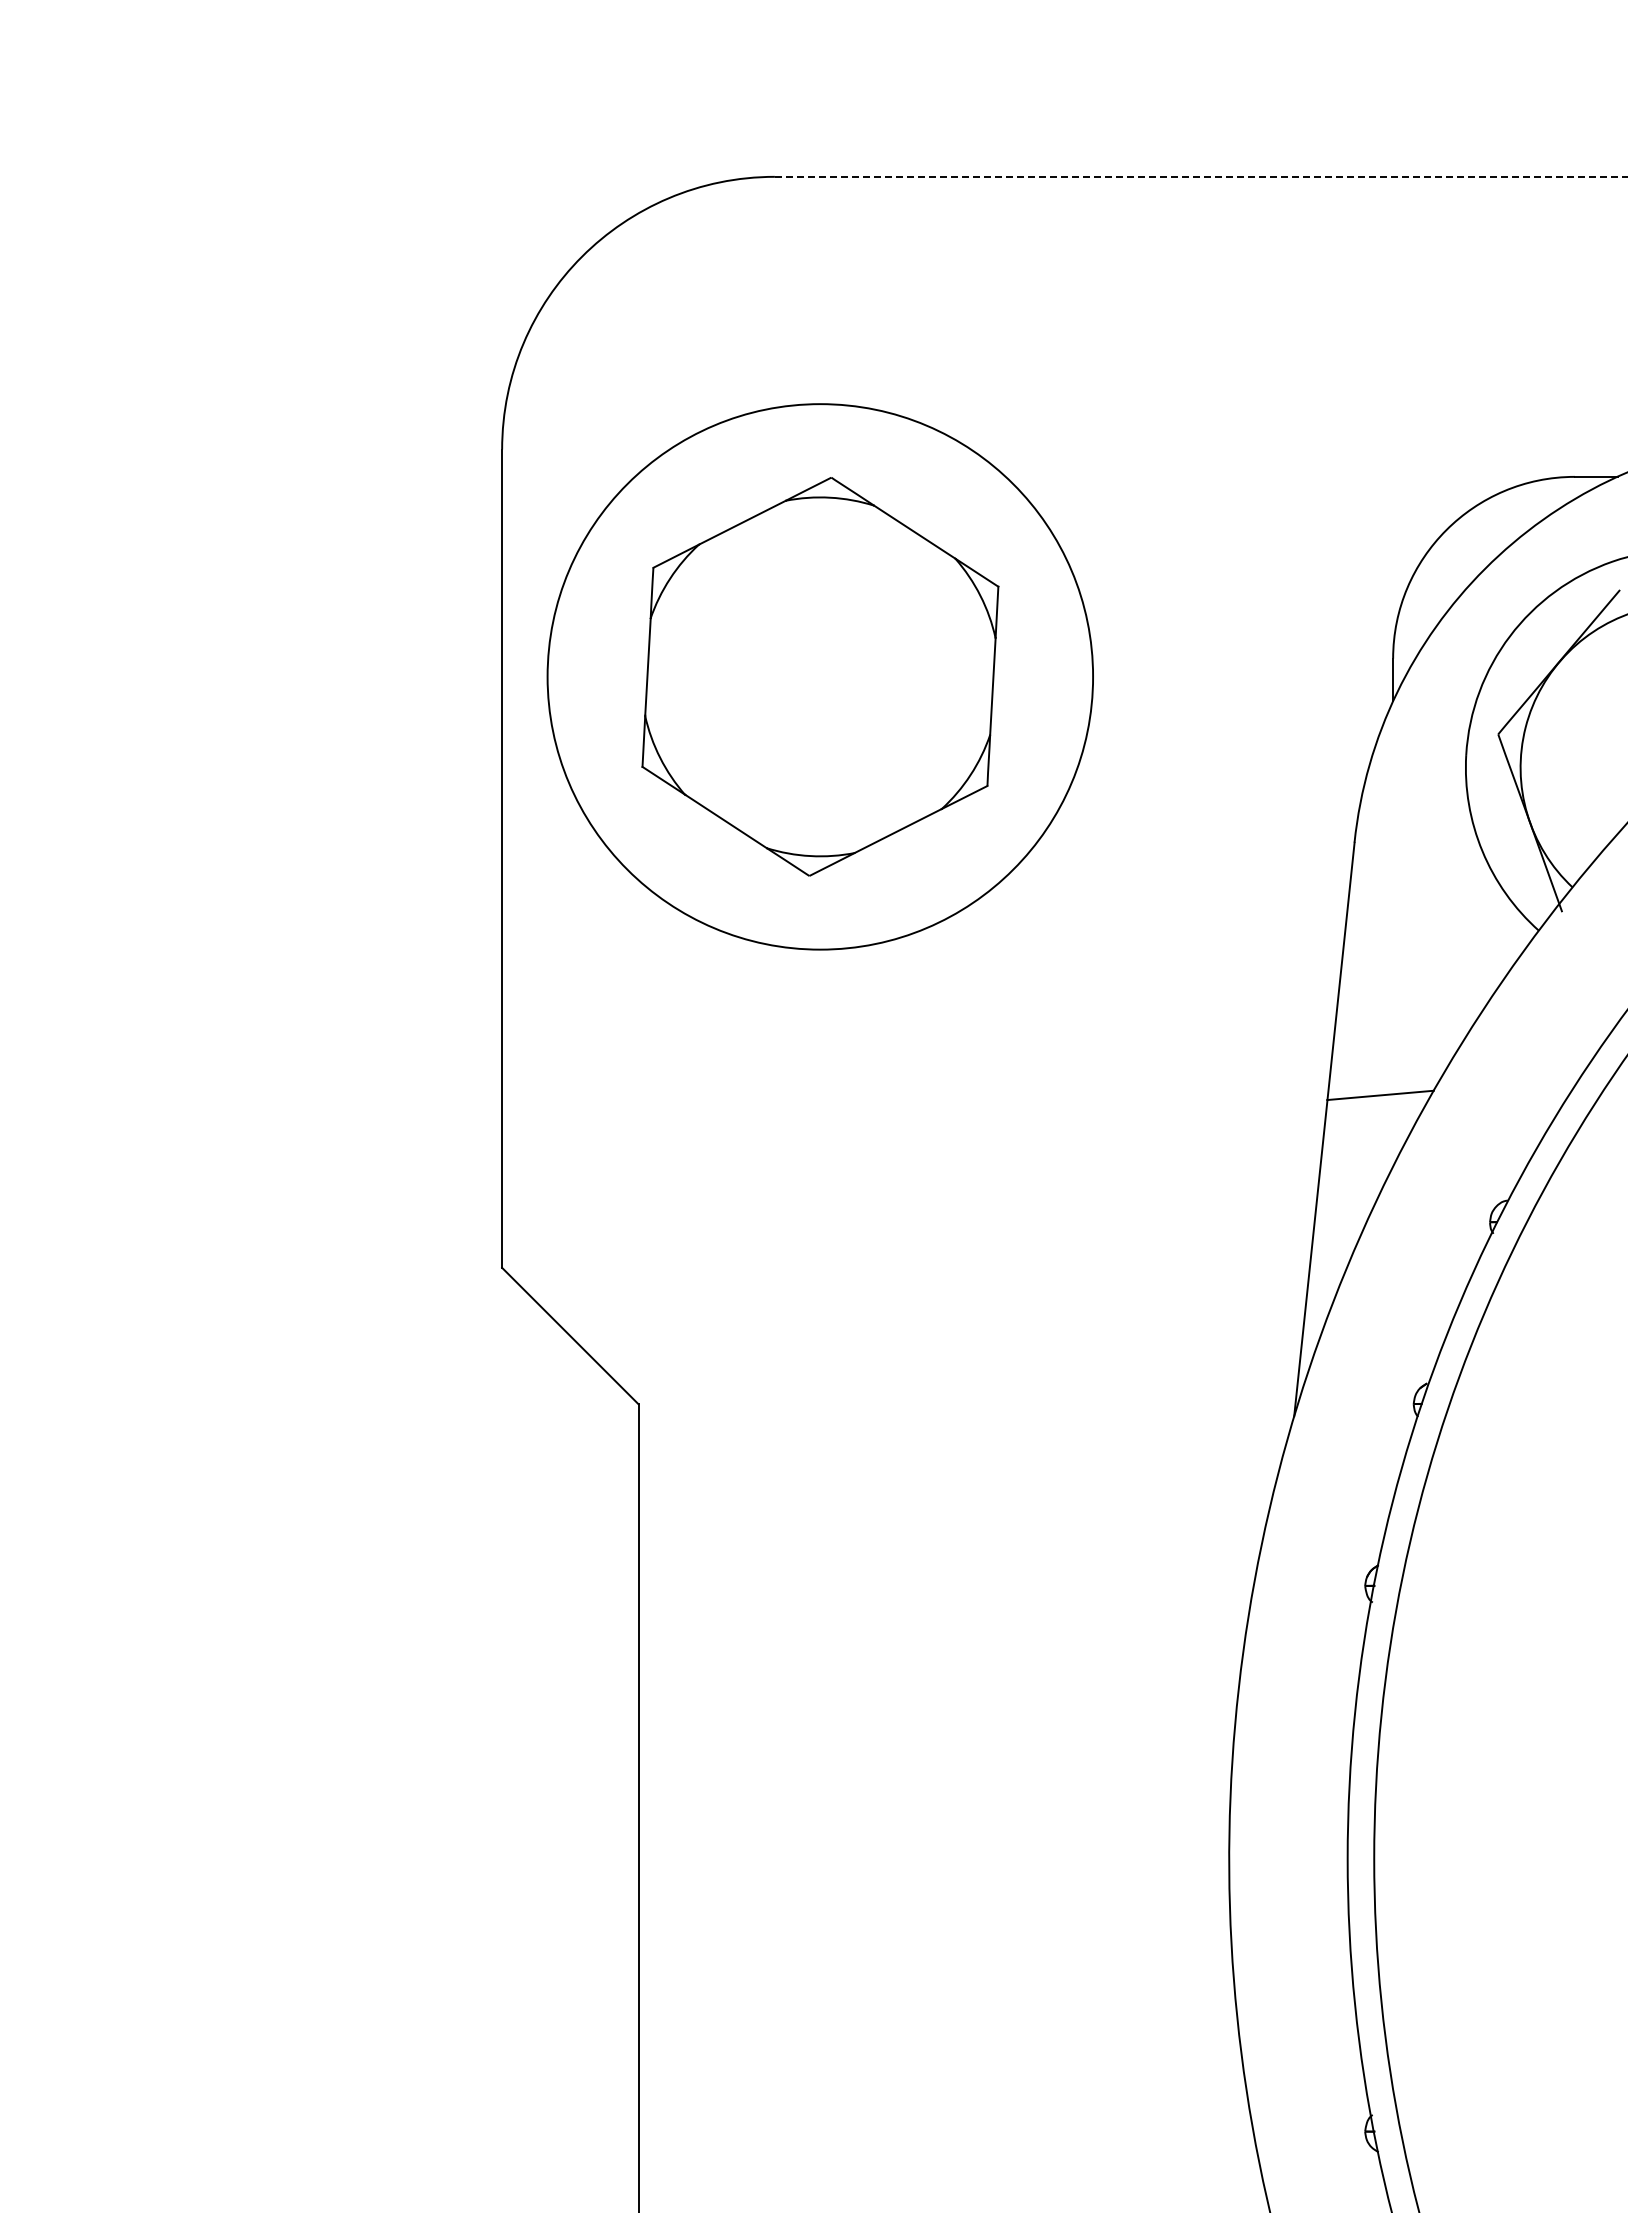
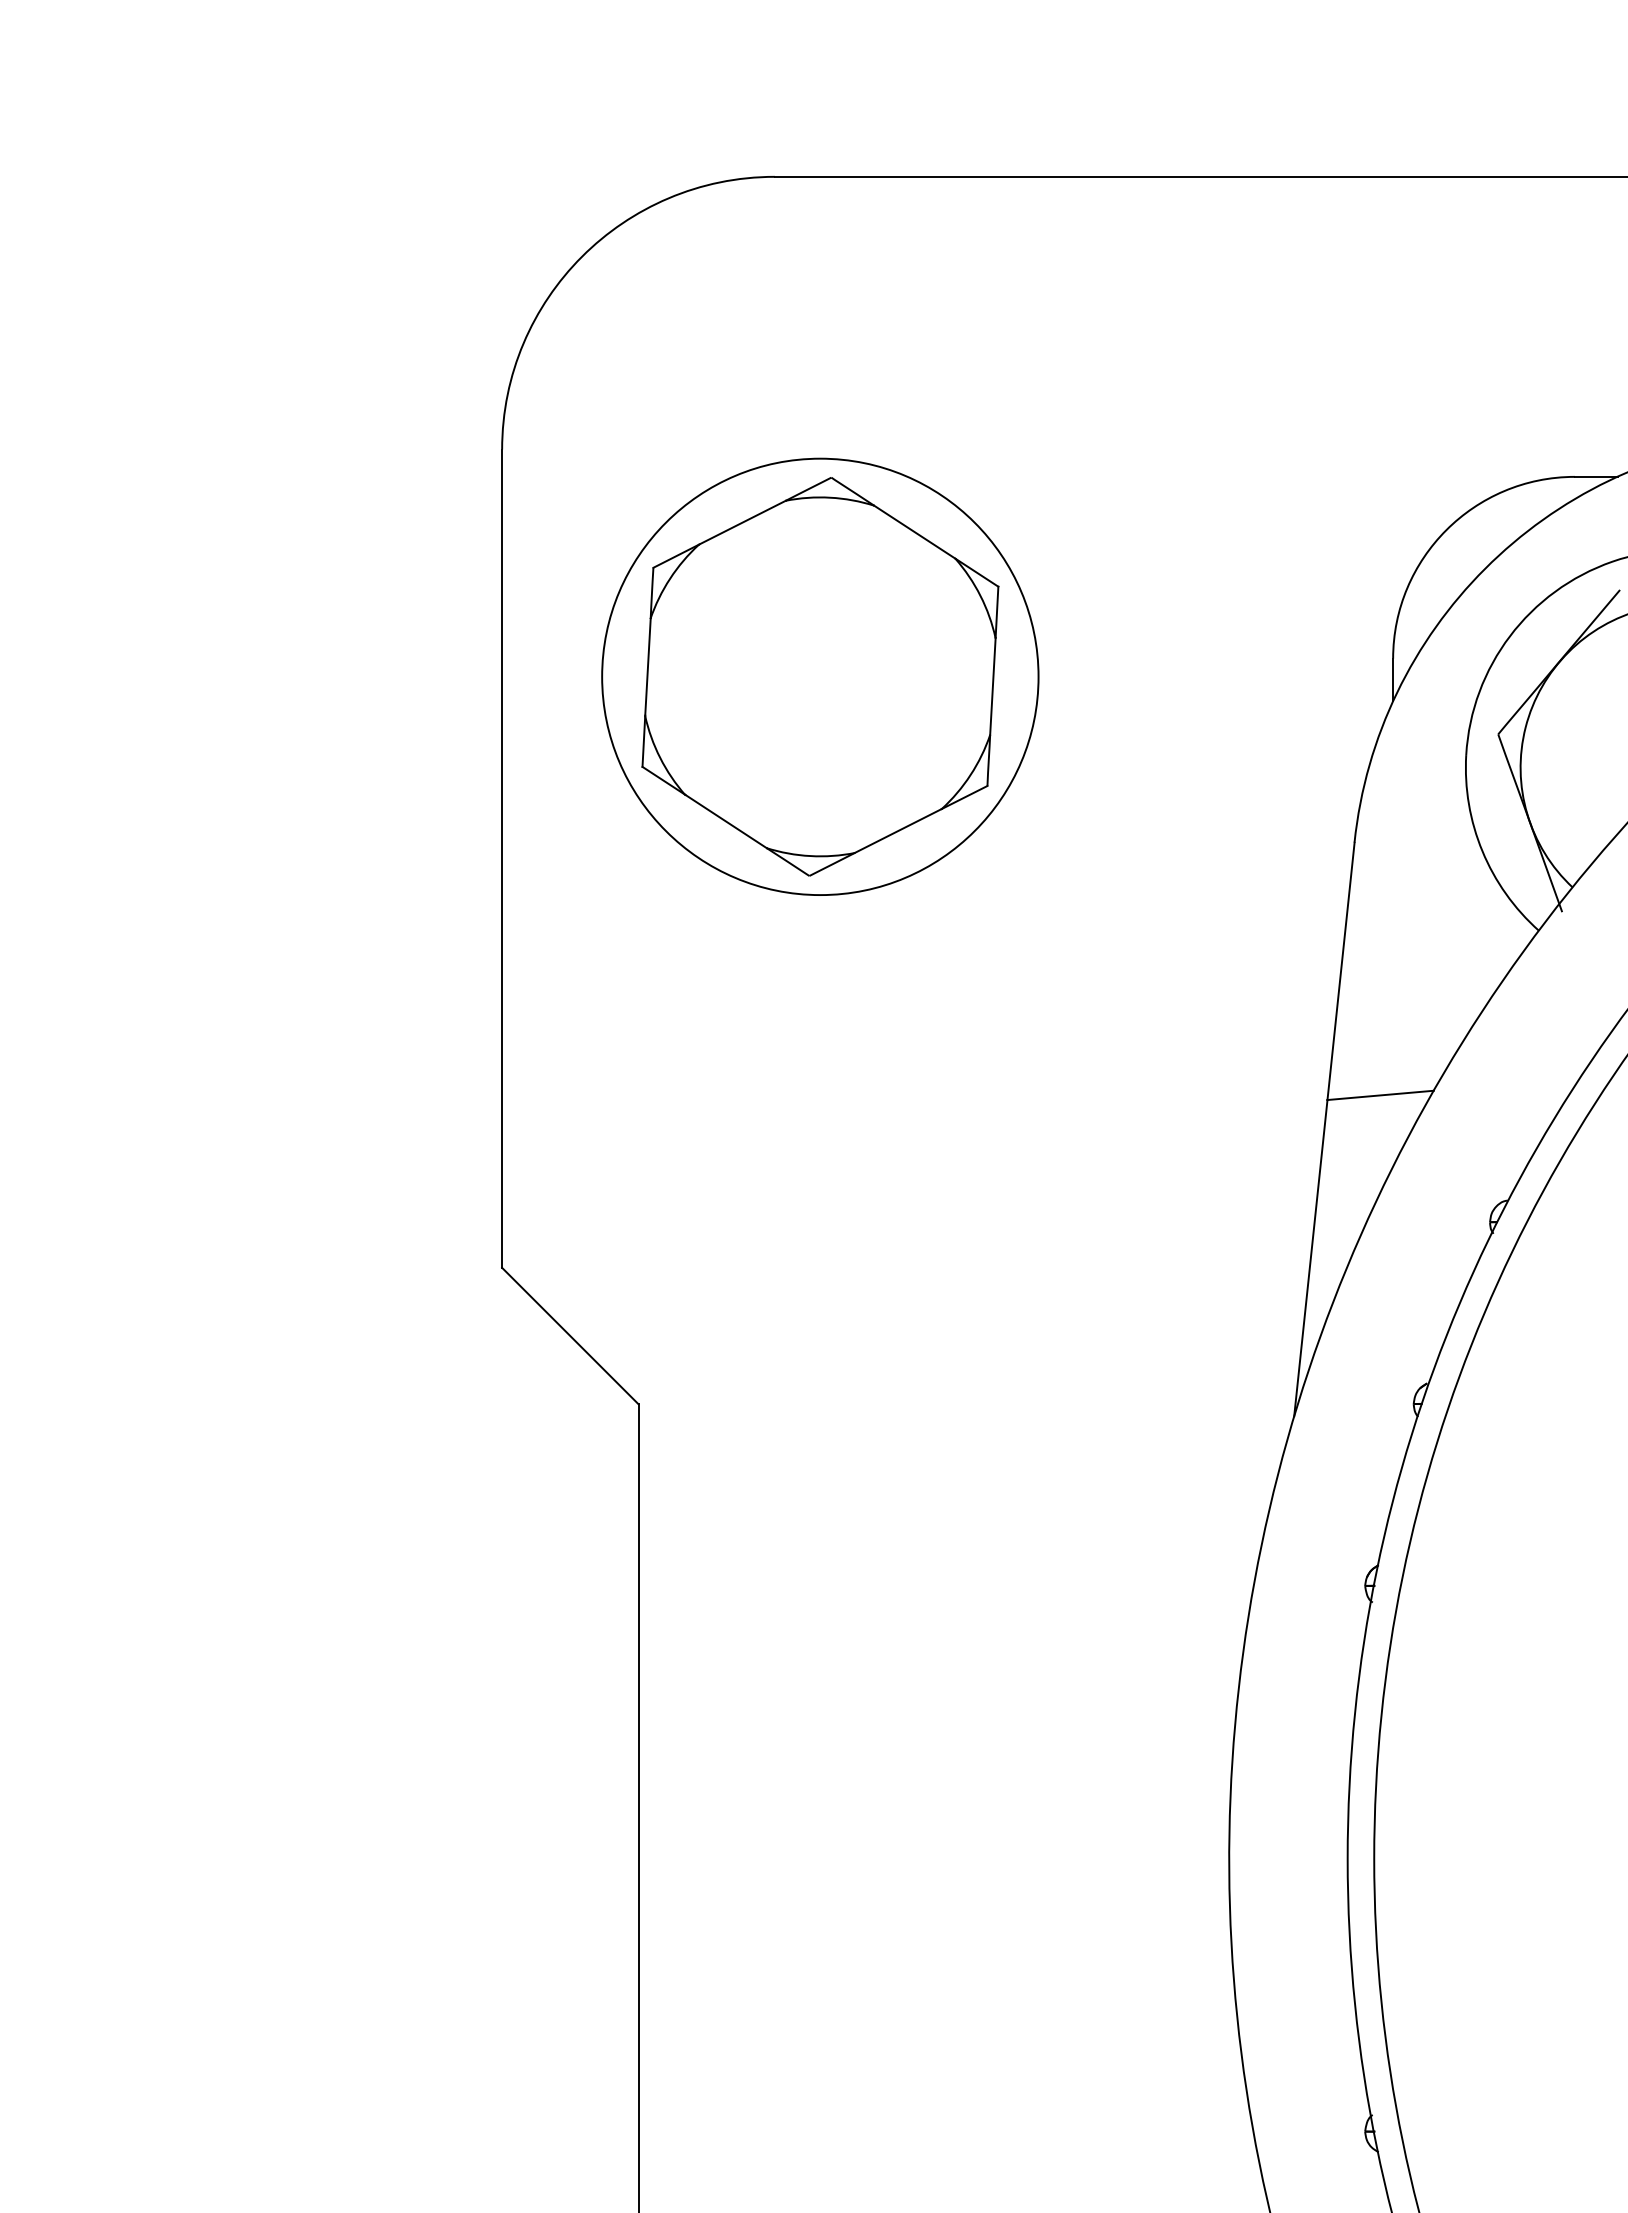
line at (1201, 176): dashed -> solid
circle at (820, 676) diameter: 546 px -> 436 px
